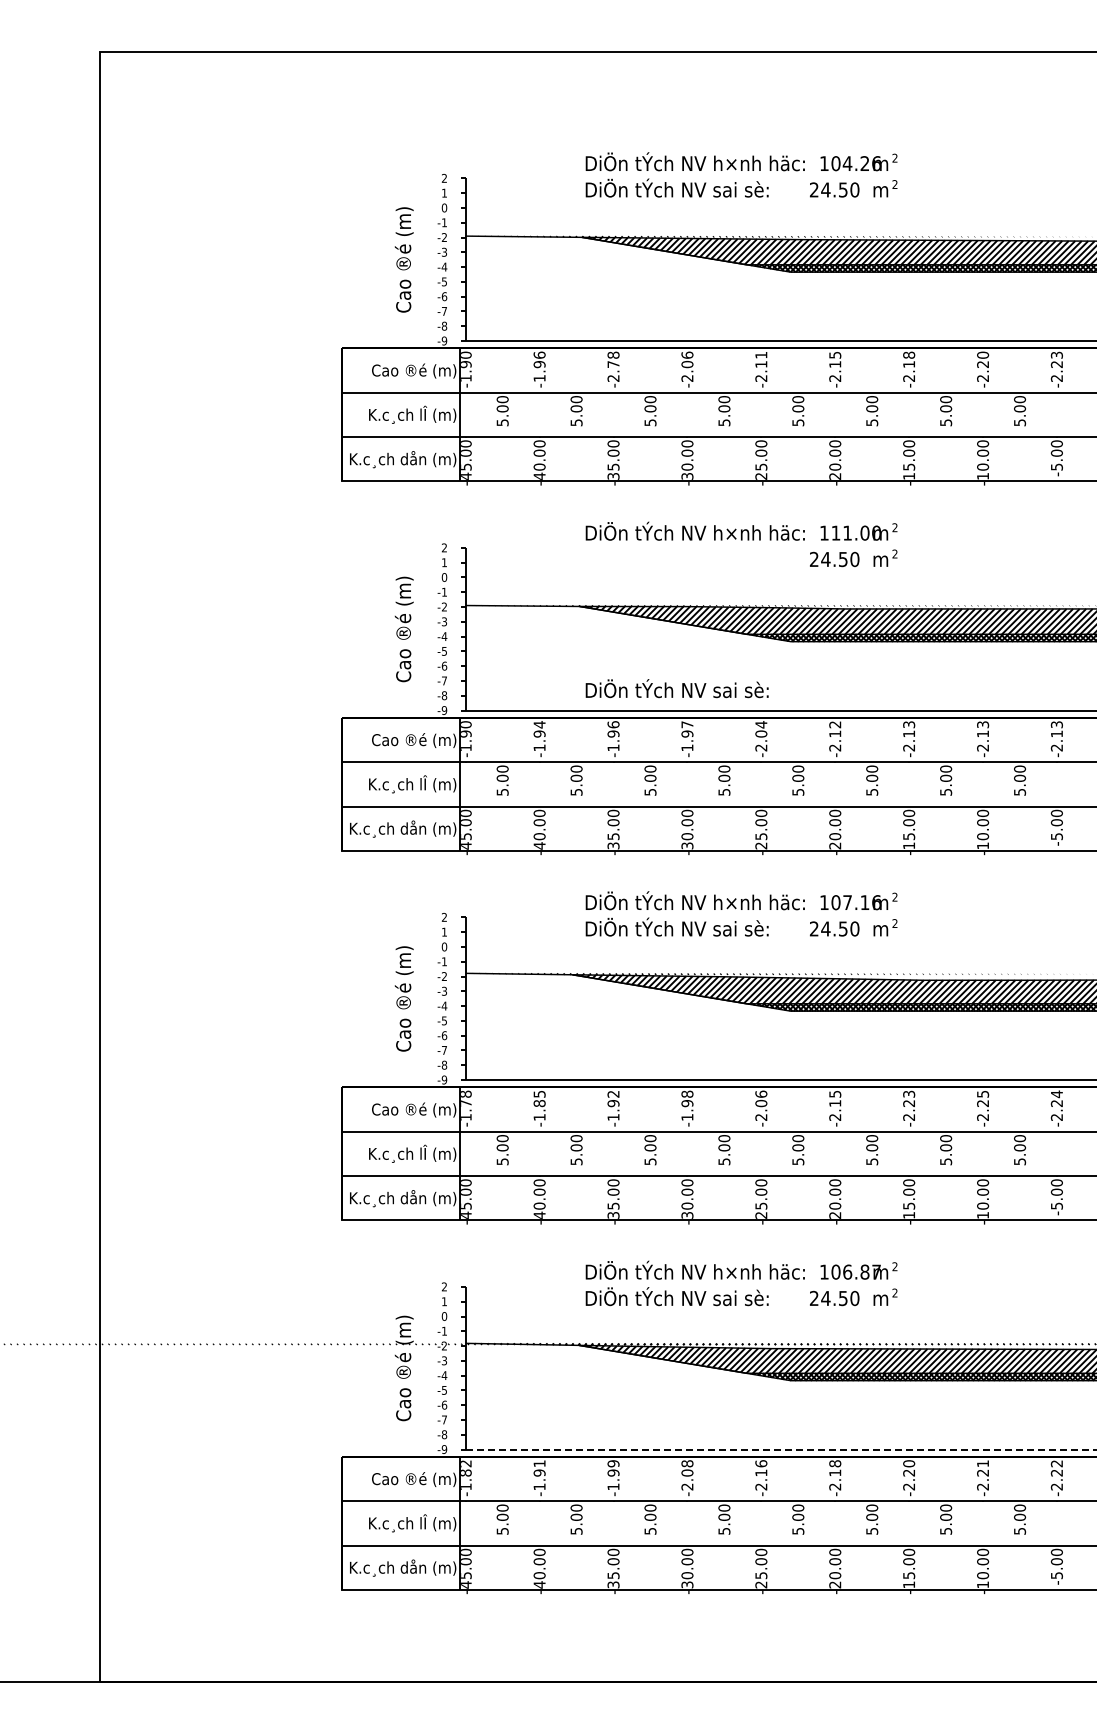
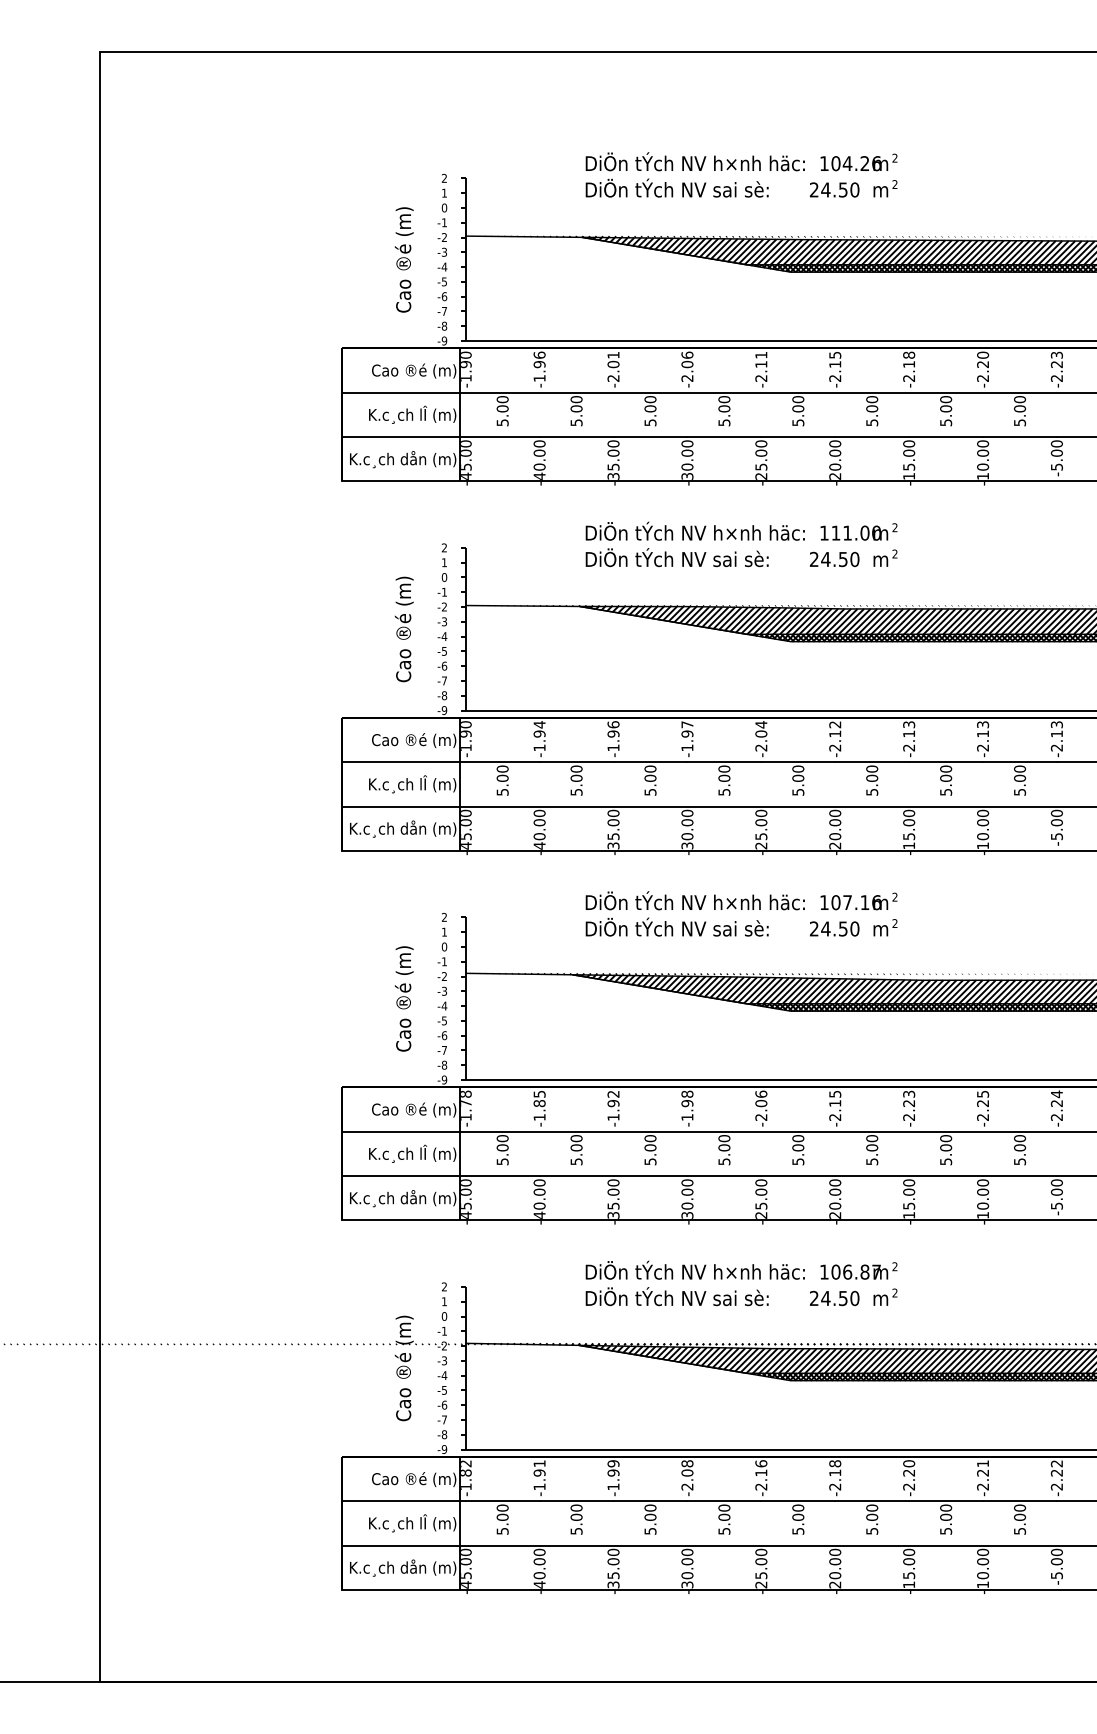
text at (613, 359): -2.78 -> -2.01
text at (676, 688) position: (676, 688) -> (676, 557)
line at (781, 1449): dashed -> solid
